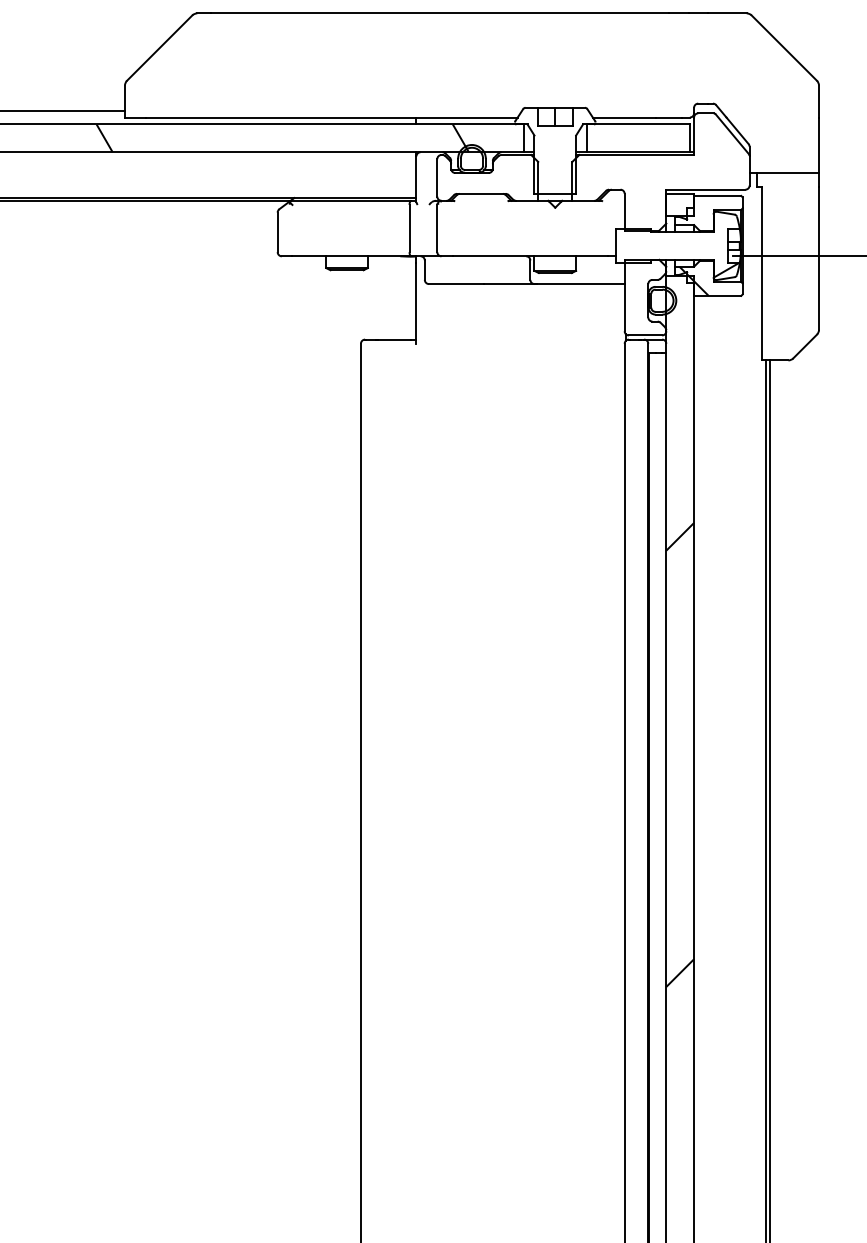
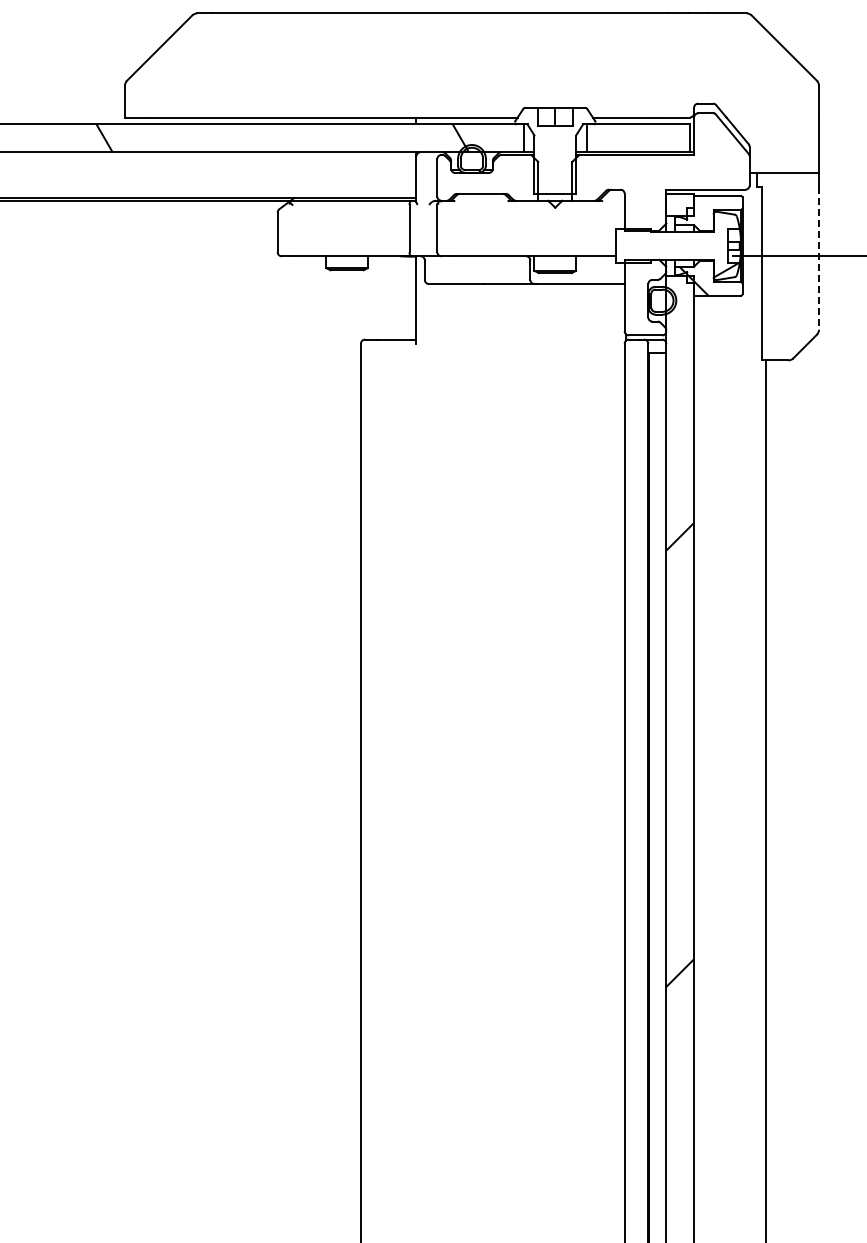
line at (63, 110): present -> none
line at (819, 258): solid -> dashed
line at (770, 799): present -> none
